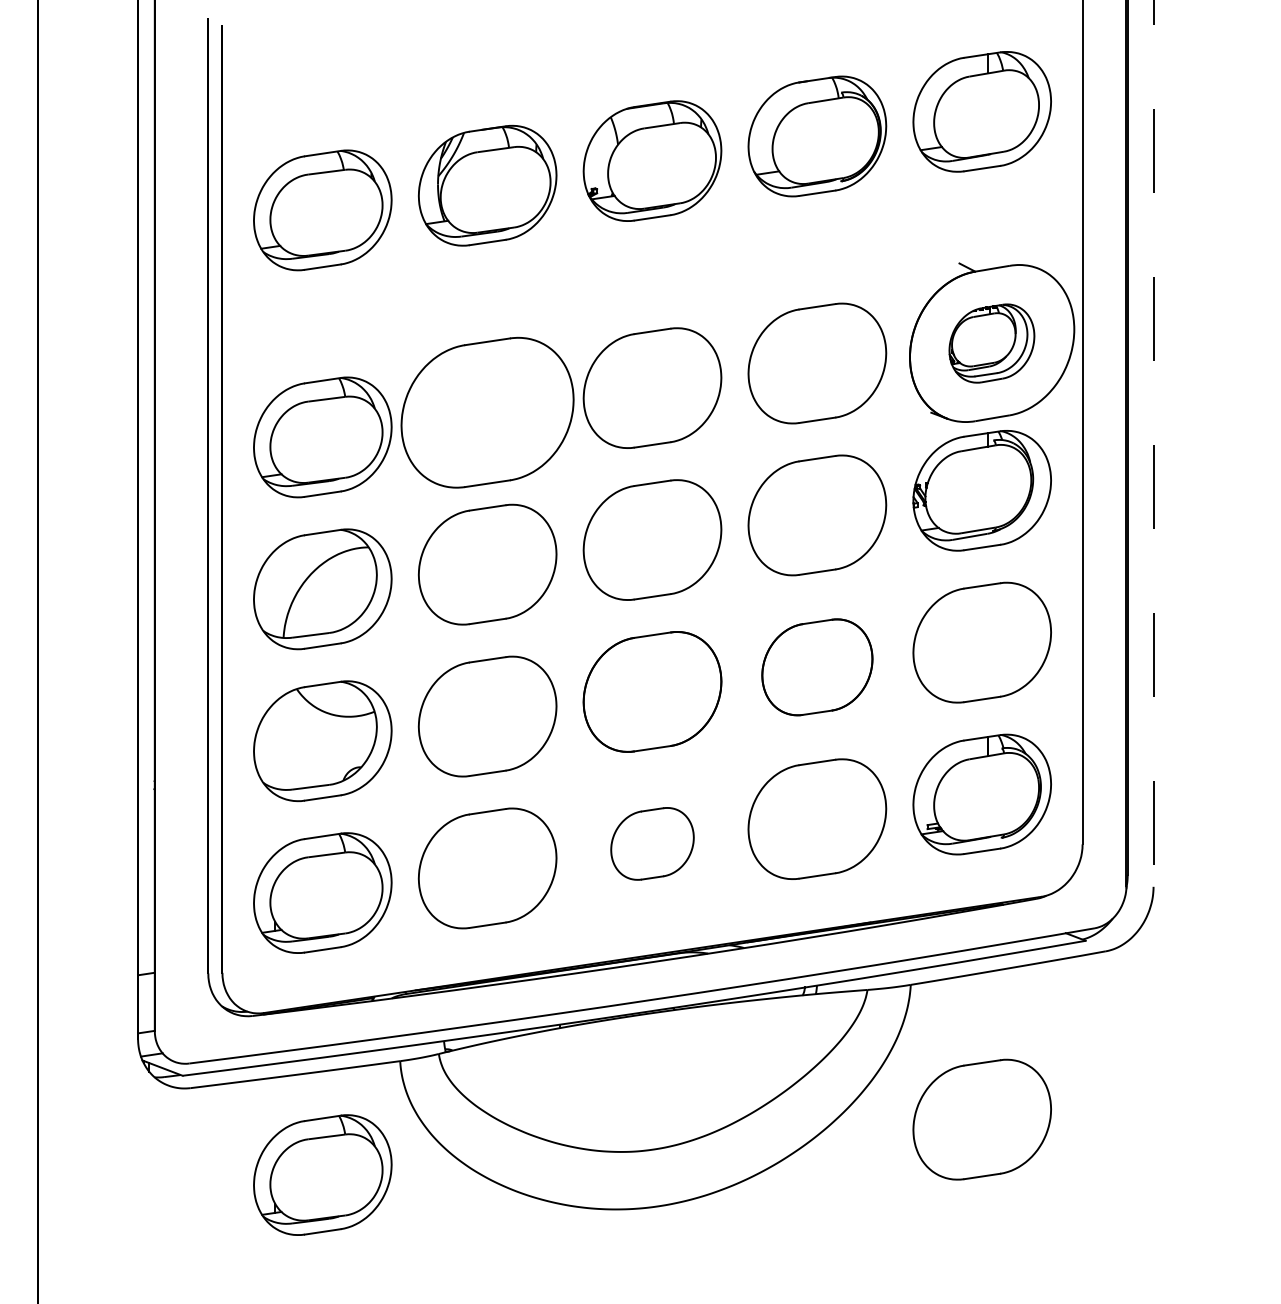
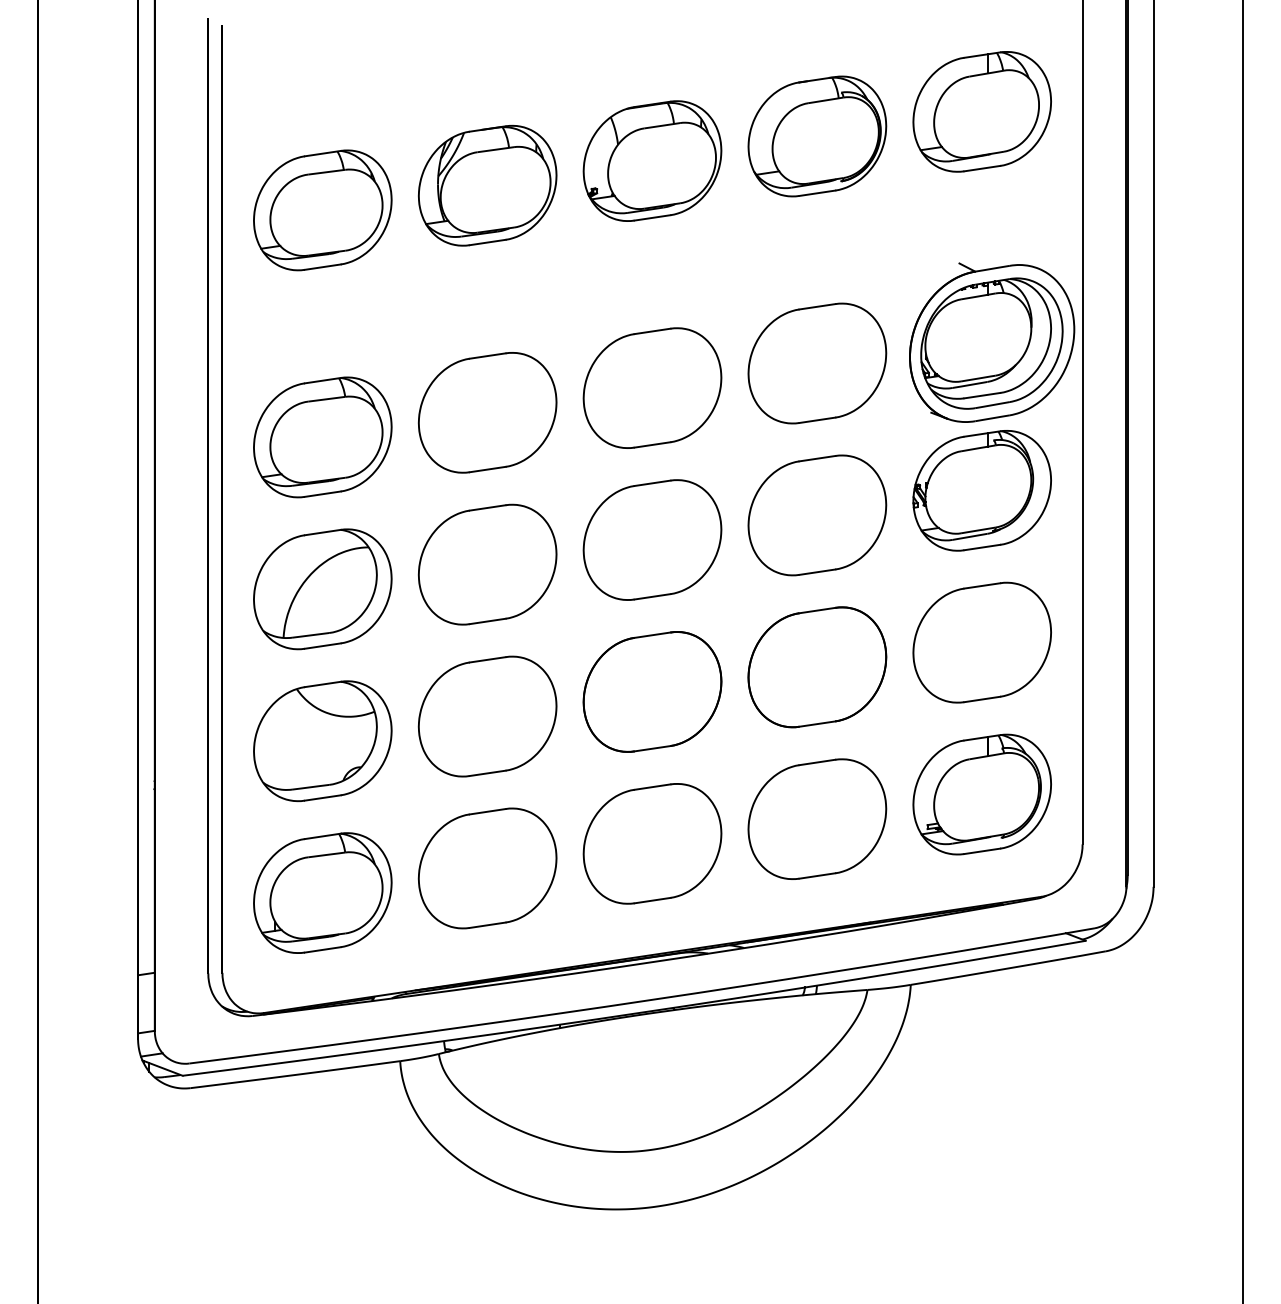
part at (991, 343) size: 88x81 px -> 144x133 px
part at (487, 412) size: 175x153 px -> 140x122 px
line at (1153, 444): dashed -> solid
line at (1242, 651): none -> present
part at (817, 667) size: 113x99 px -> 141x123 px
part at (652, 843) size: 85x74 px -> 141x122 px
part at (981, 1119): present -> none
part at (322, 1174): present -> none
